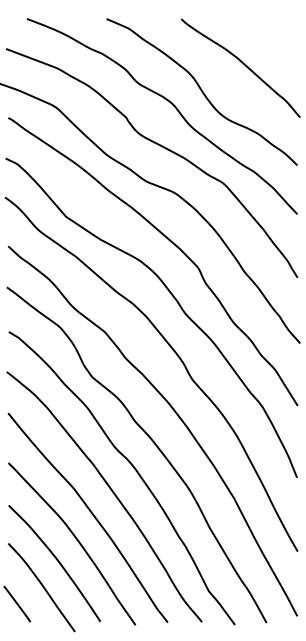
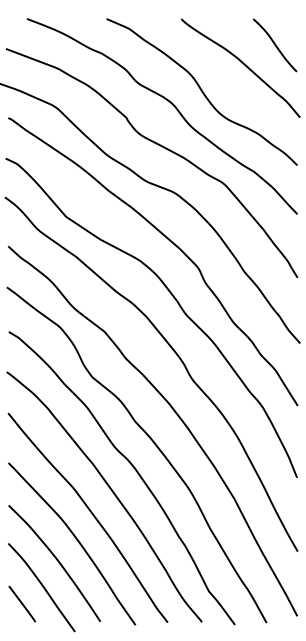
curve at (274, 45): none -> present
line at (17, 603) position: (17, 603) -> (22, 603)
